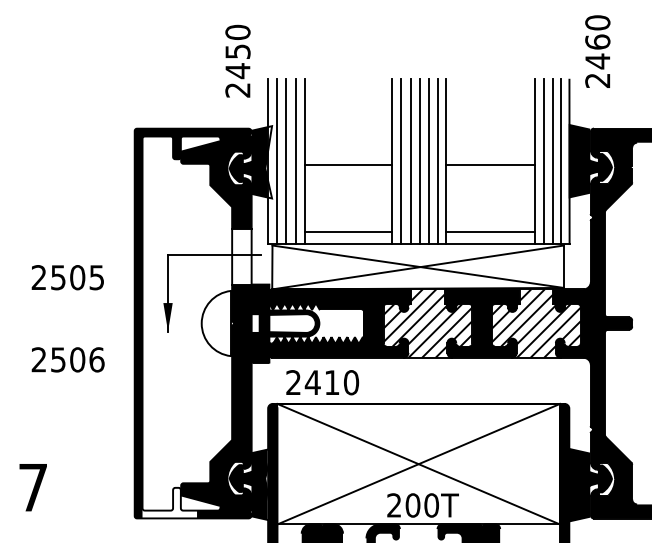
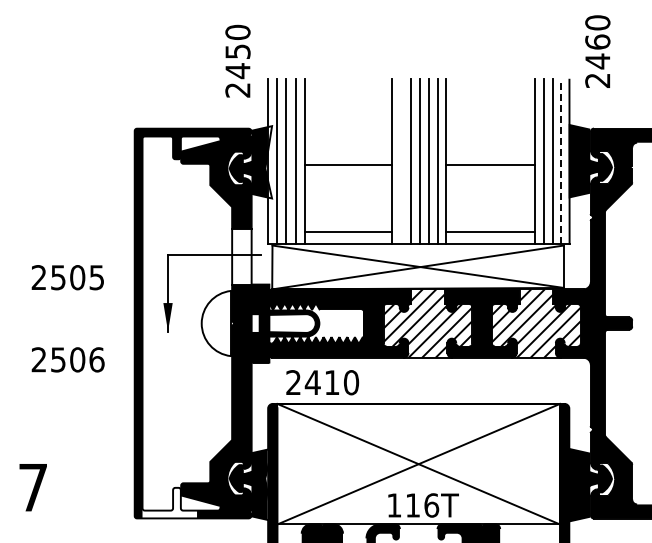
line at (401, 160): present -> none
line at (561, 160): solid -> dashed
text at (413, 505): 200T -> 116T
